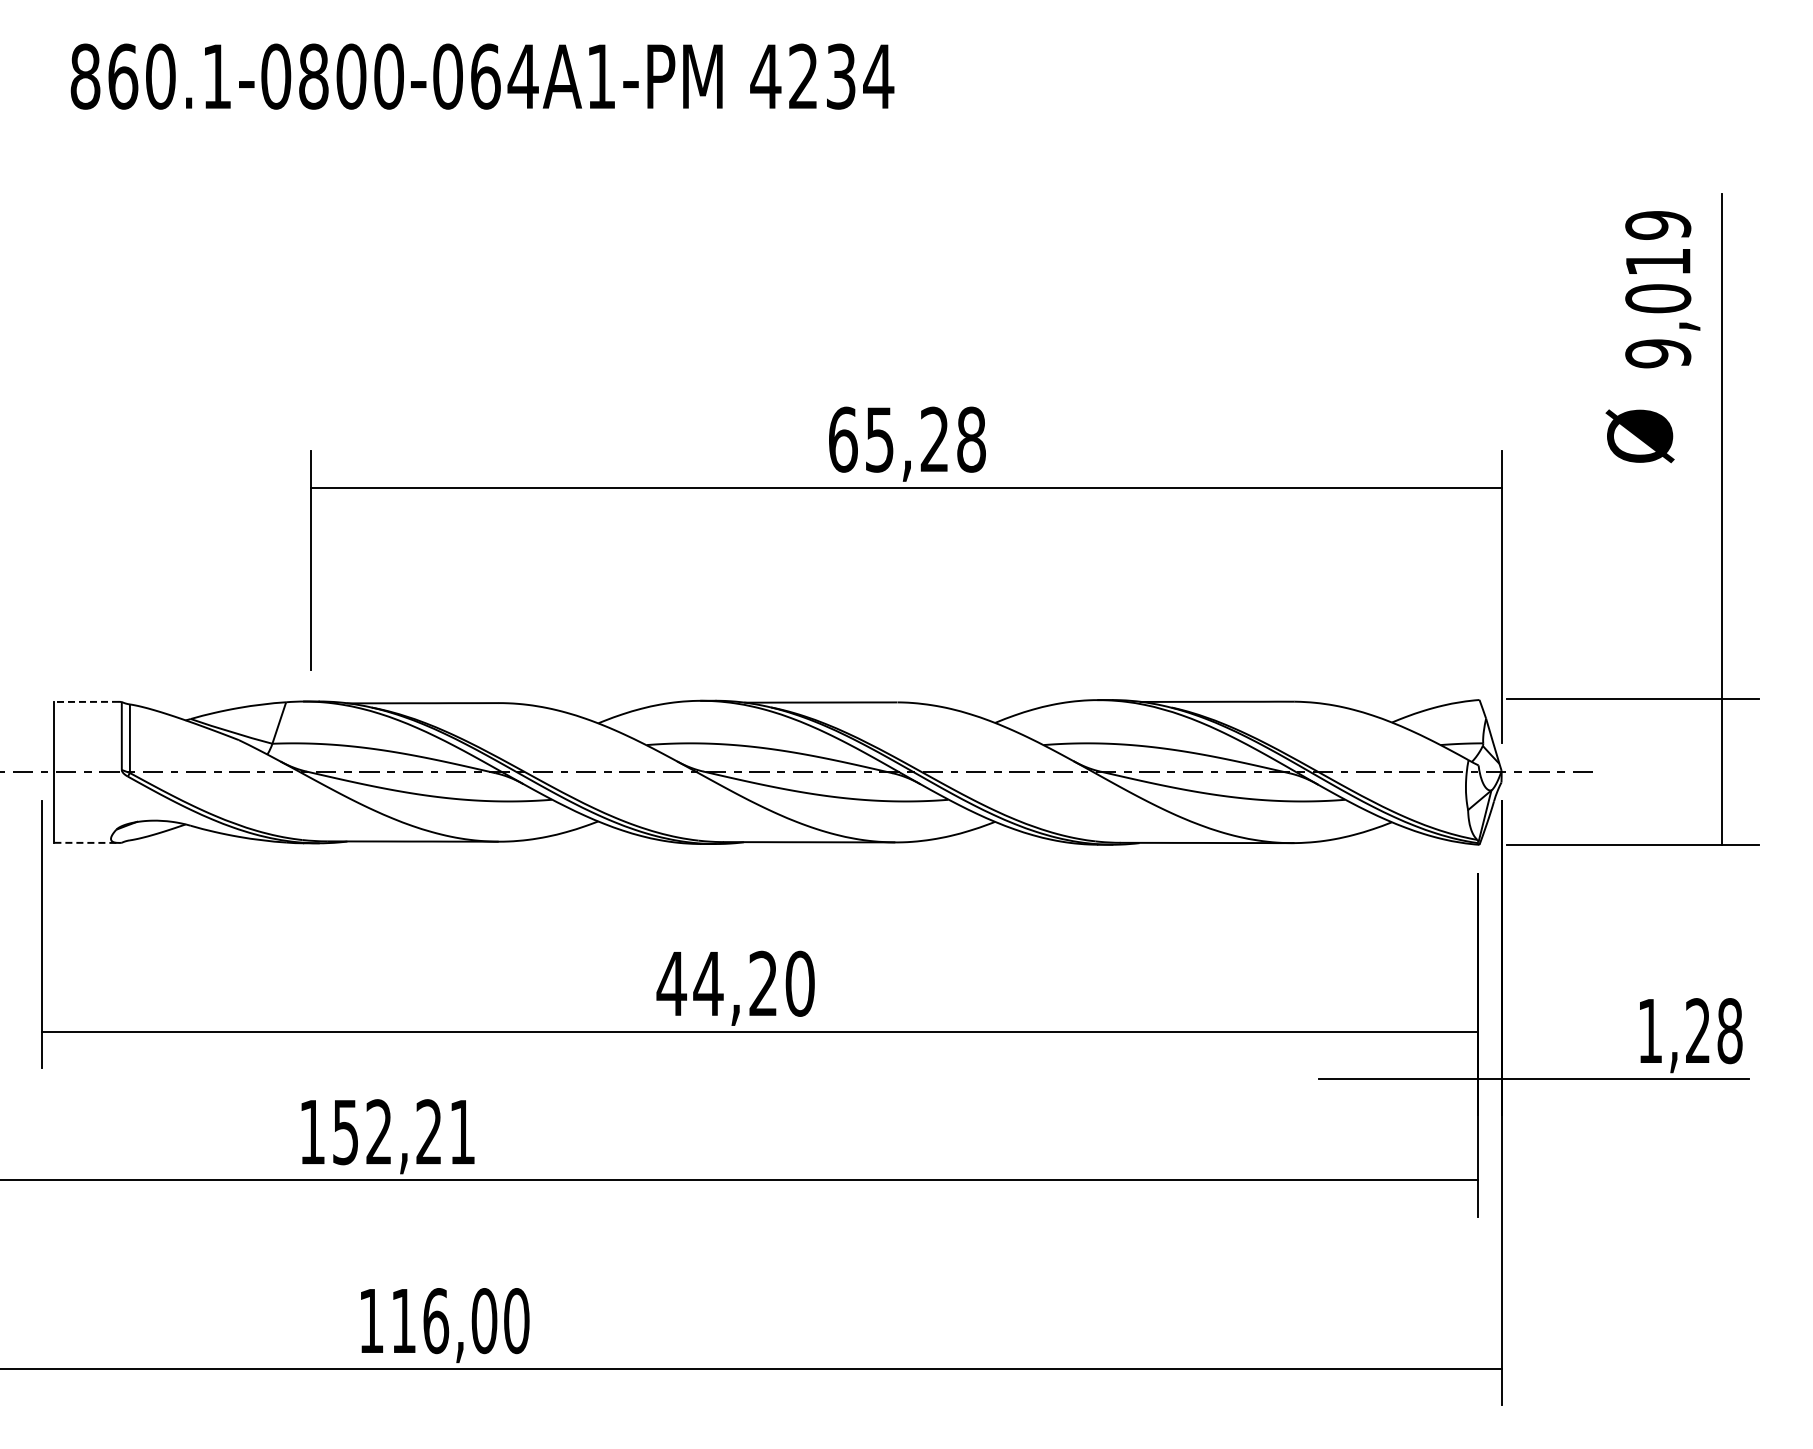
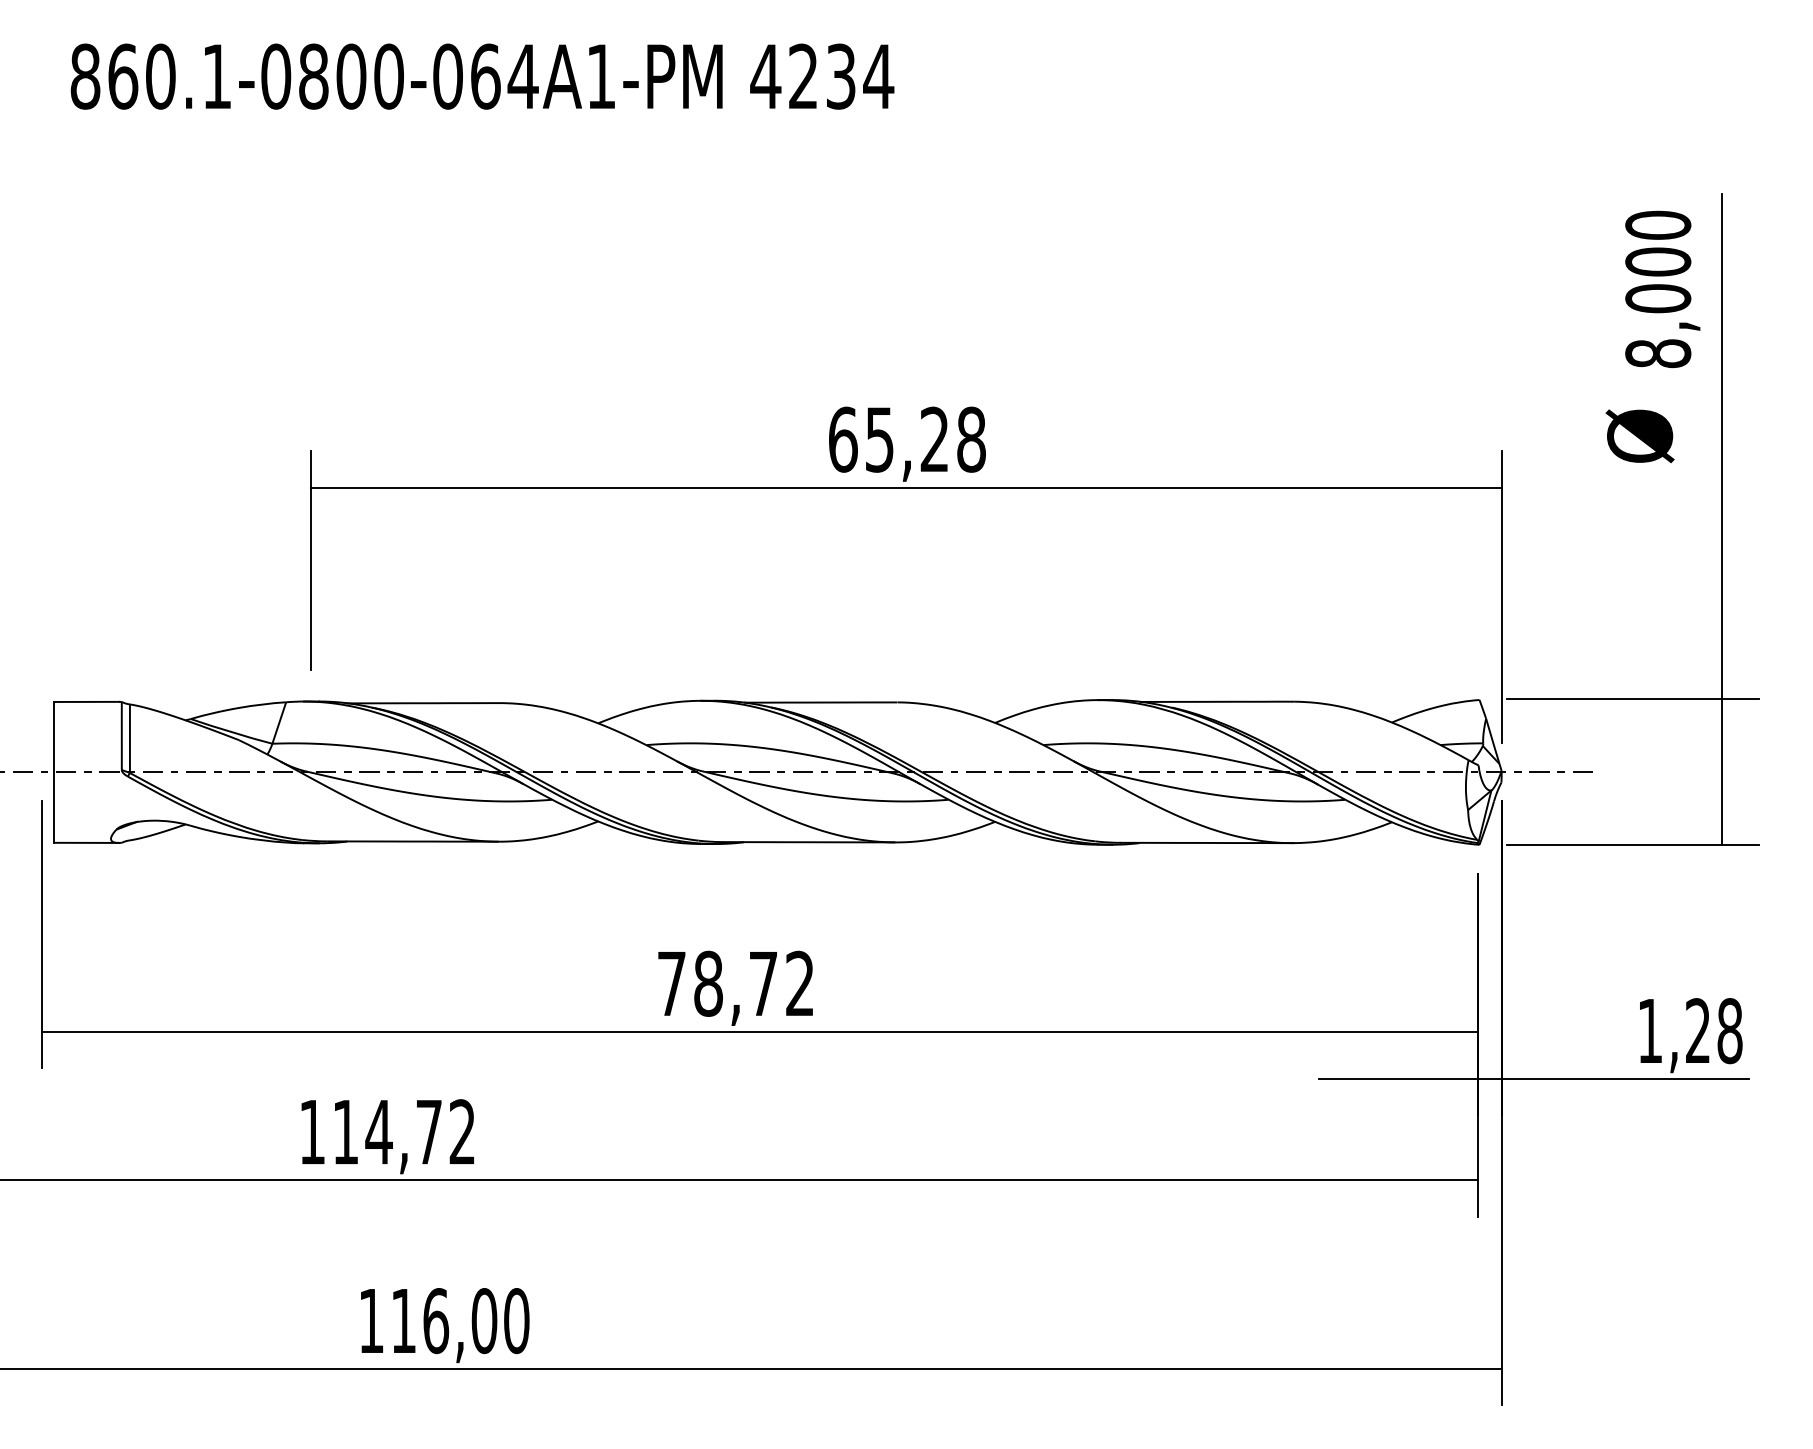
text at (1658, 289): 9,019 -> 8,000
line at (86, 701): dashed -> solid
line at (87, 842): dashed -> solid
text at (735, 983): 44,20 -> 78,72
text at (403, 1132): 152,21 -> 114,72
